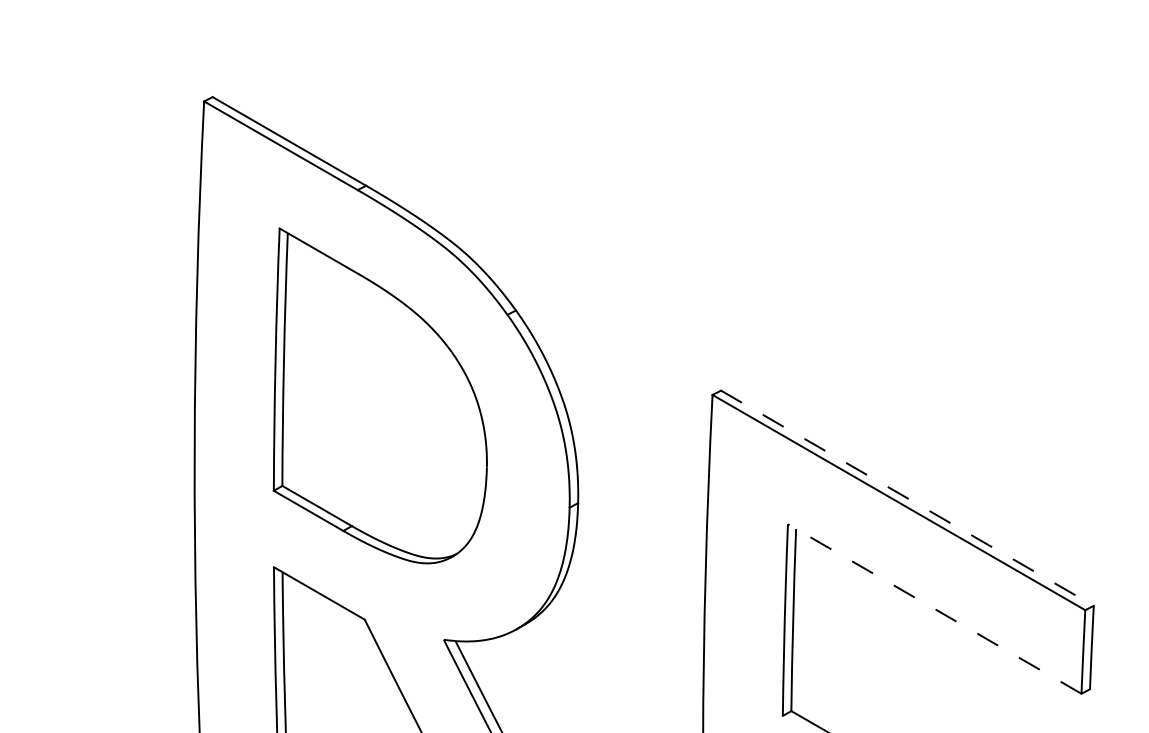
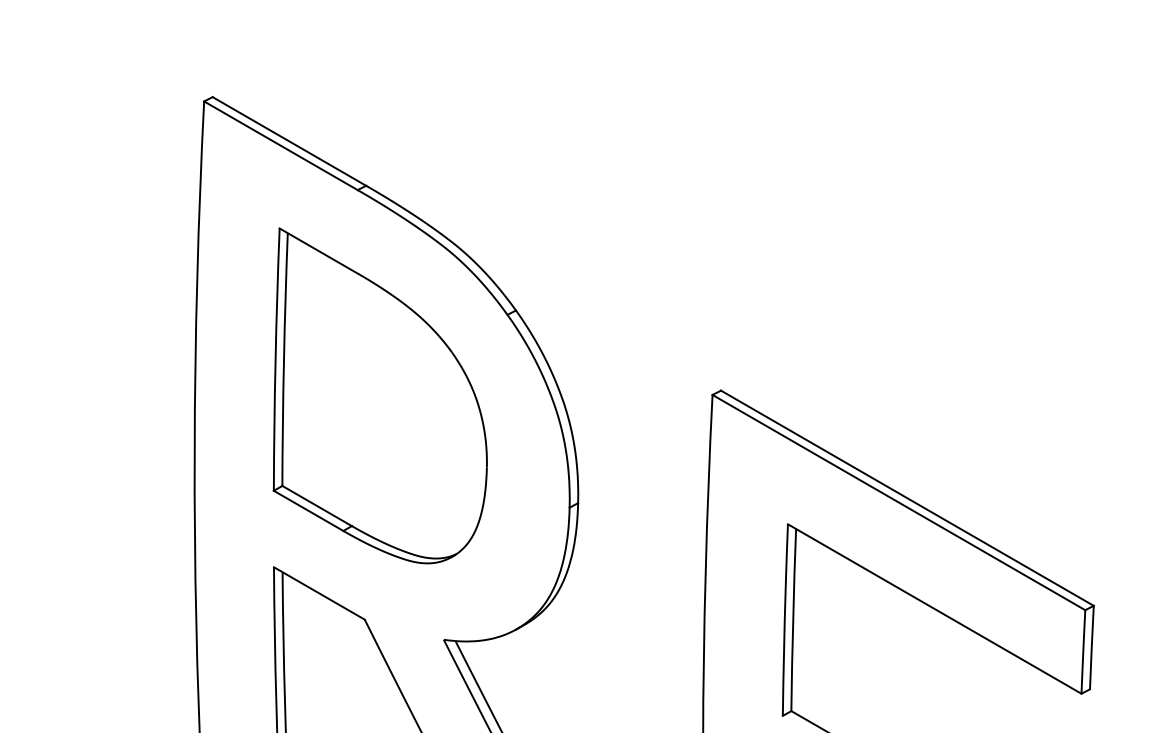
line at (907, 498): dashed -> solid
line at (934, 608): dashed -> solid
